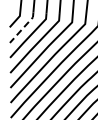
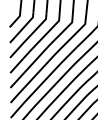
line at (23, 28): dashed -> solid
